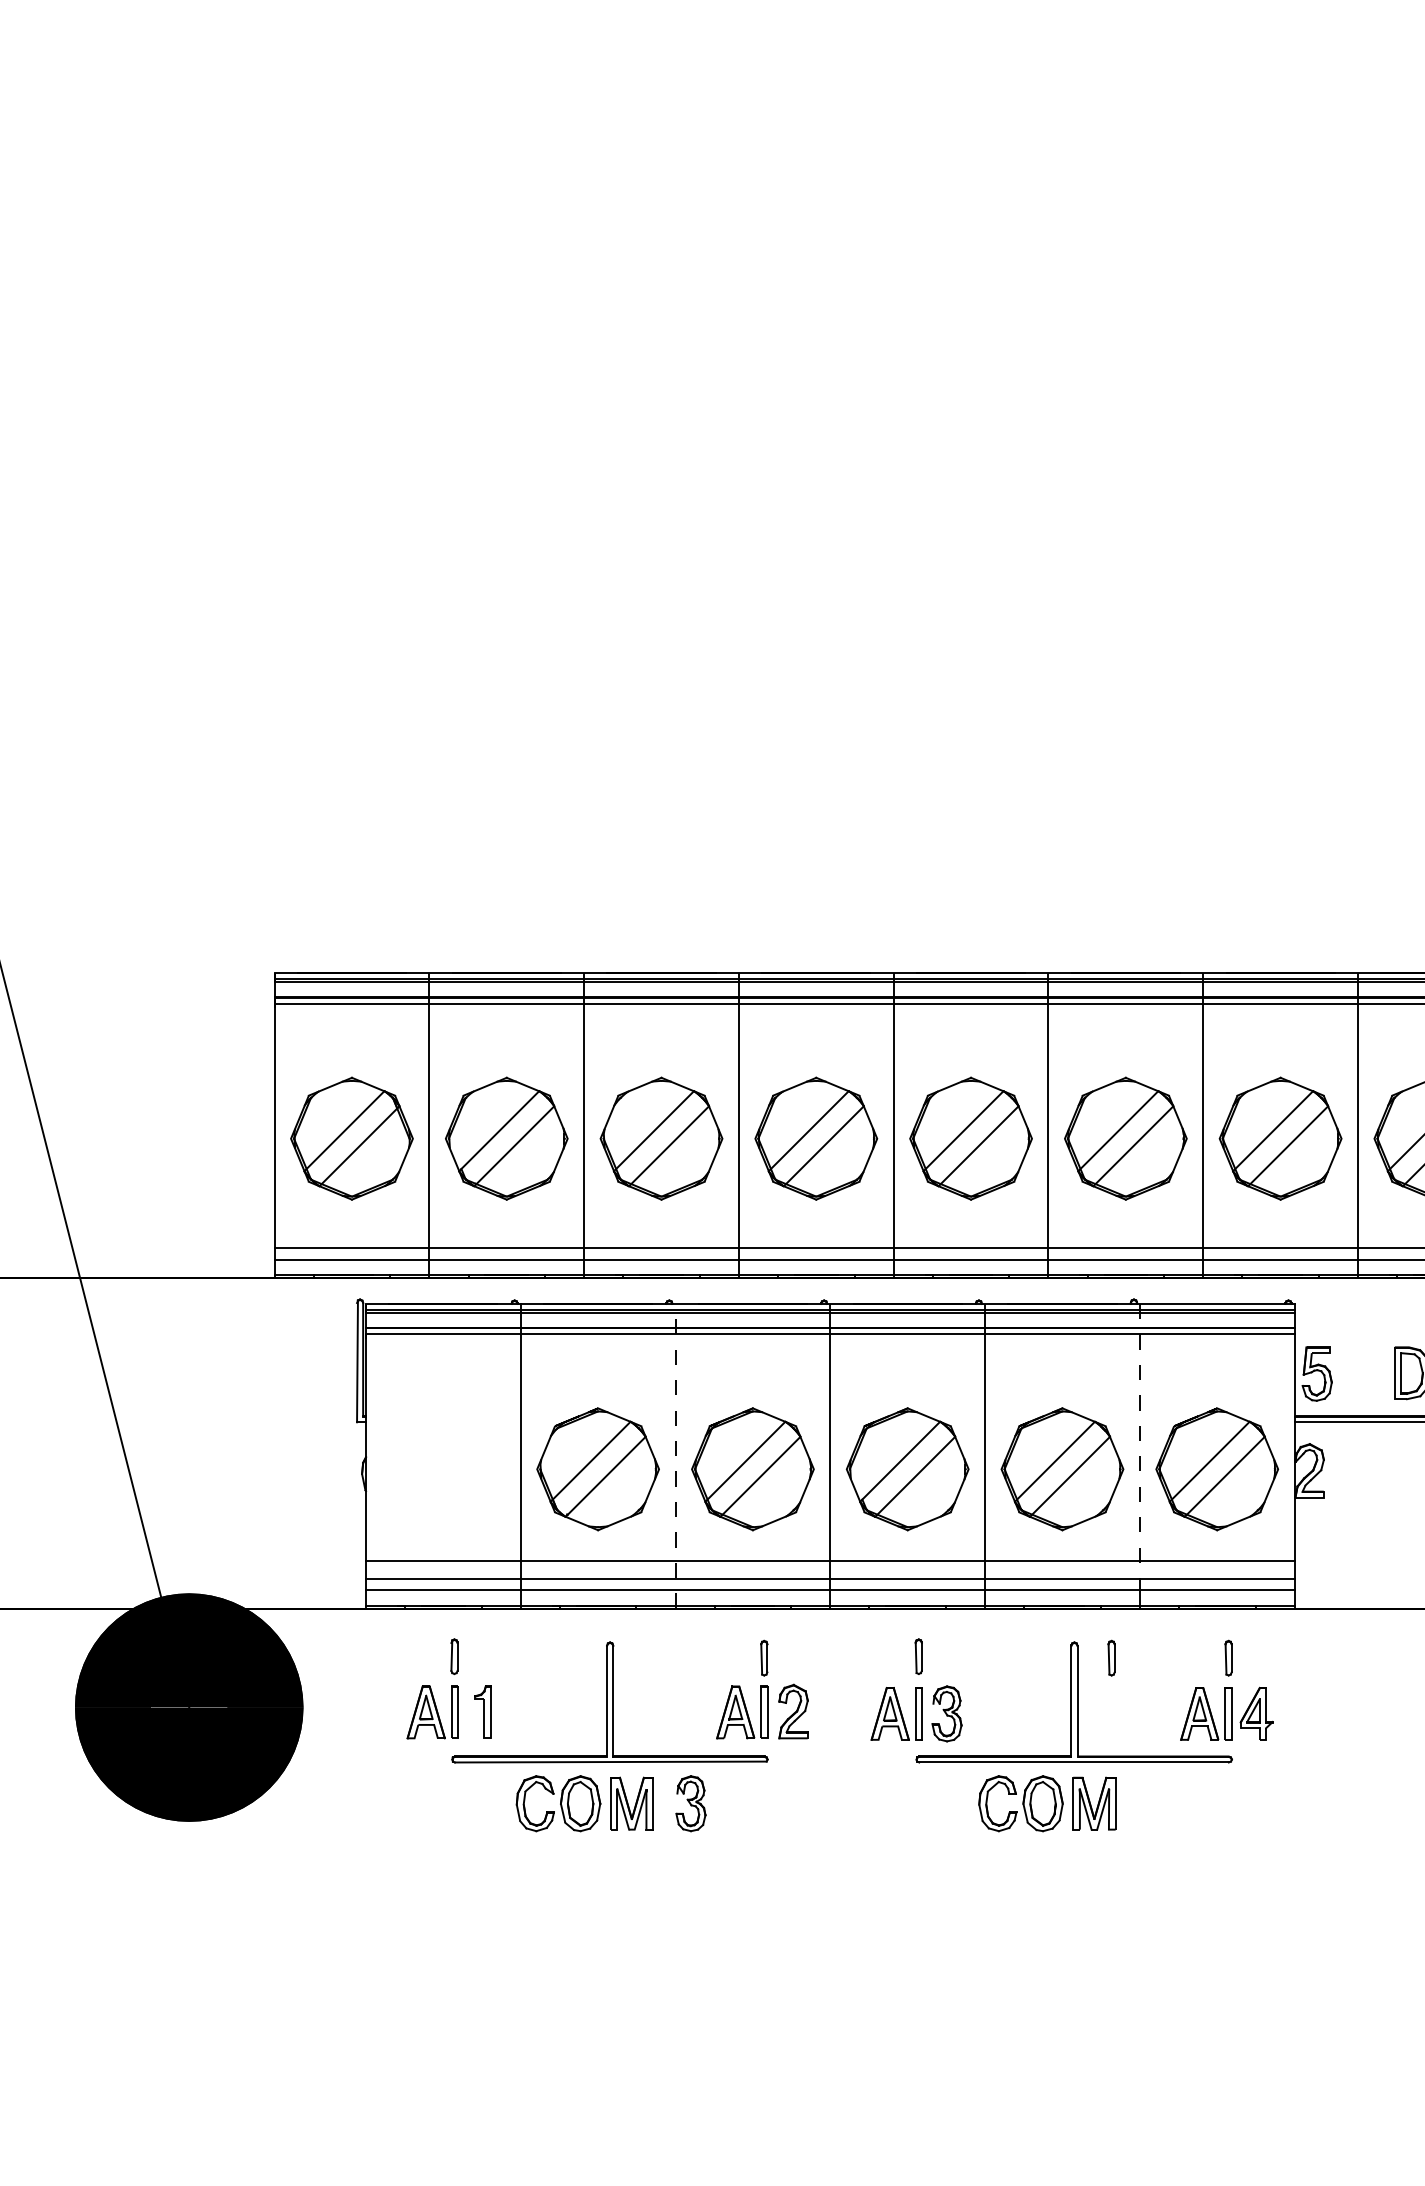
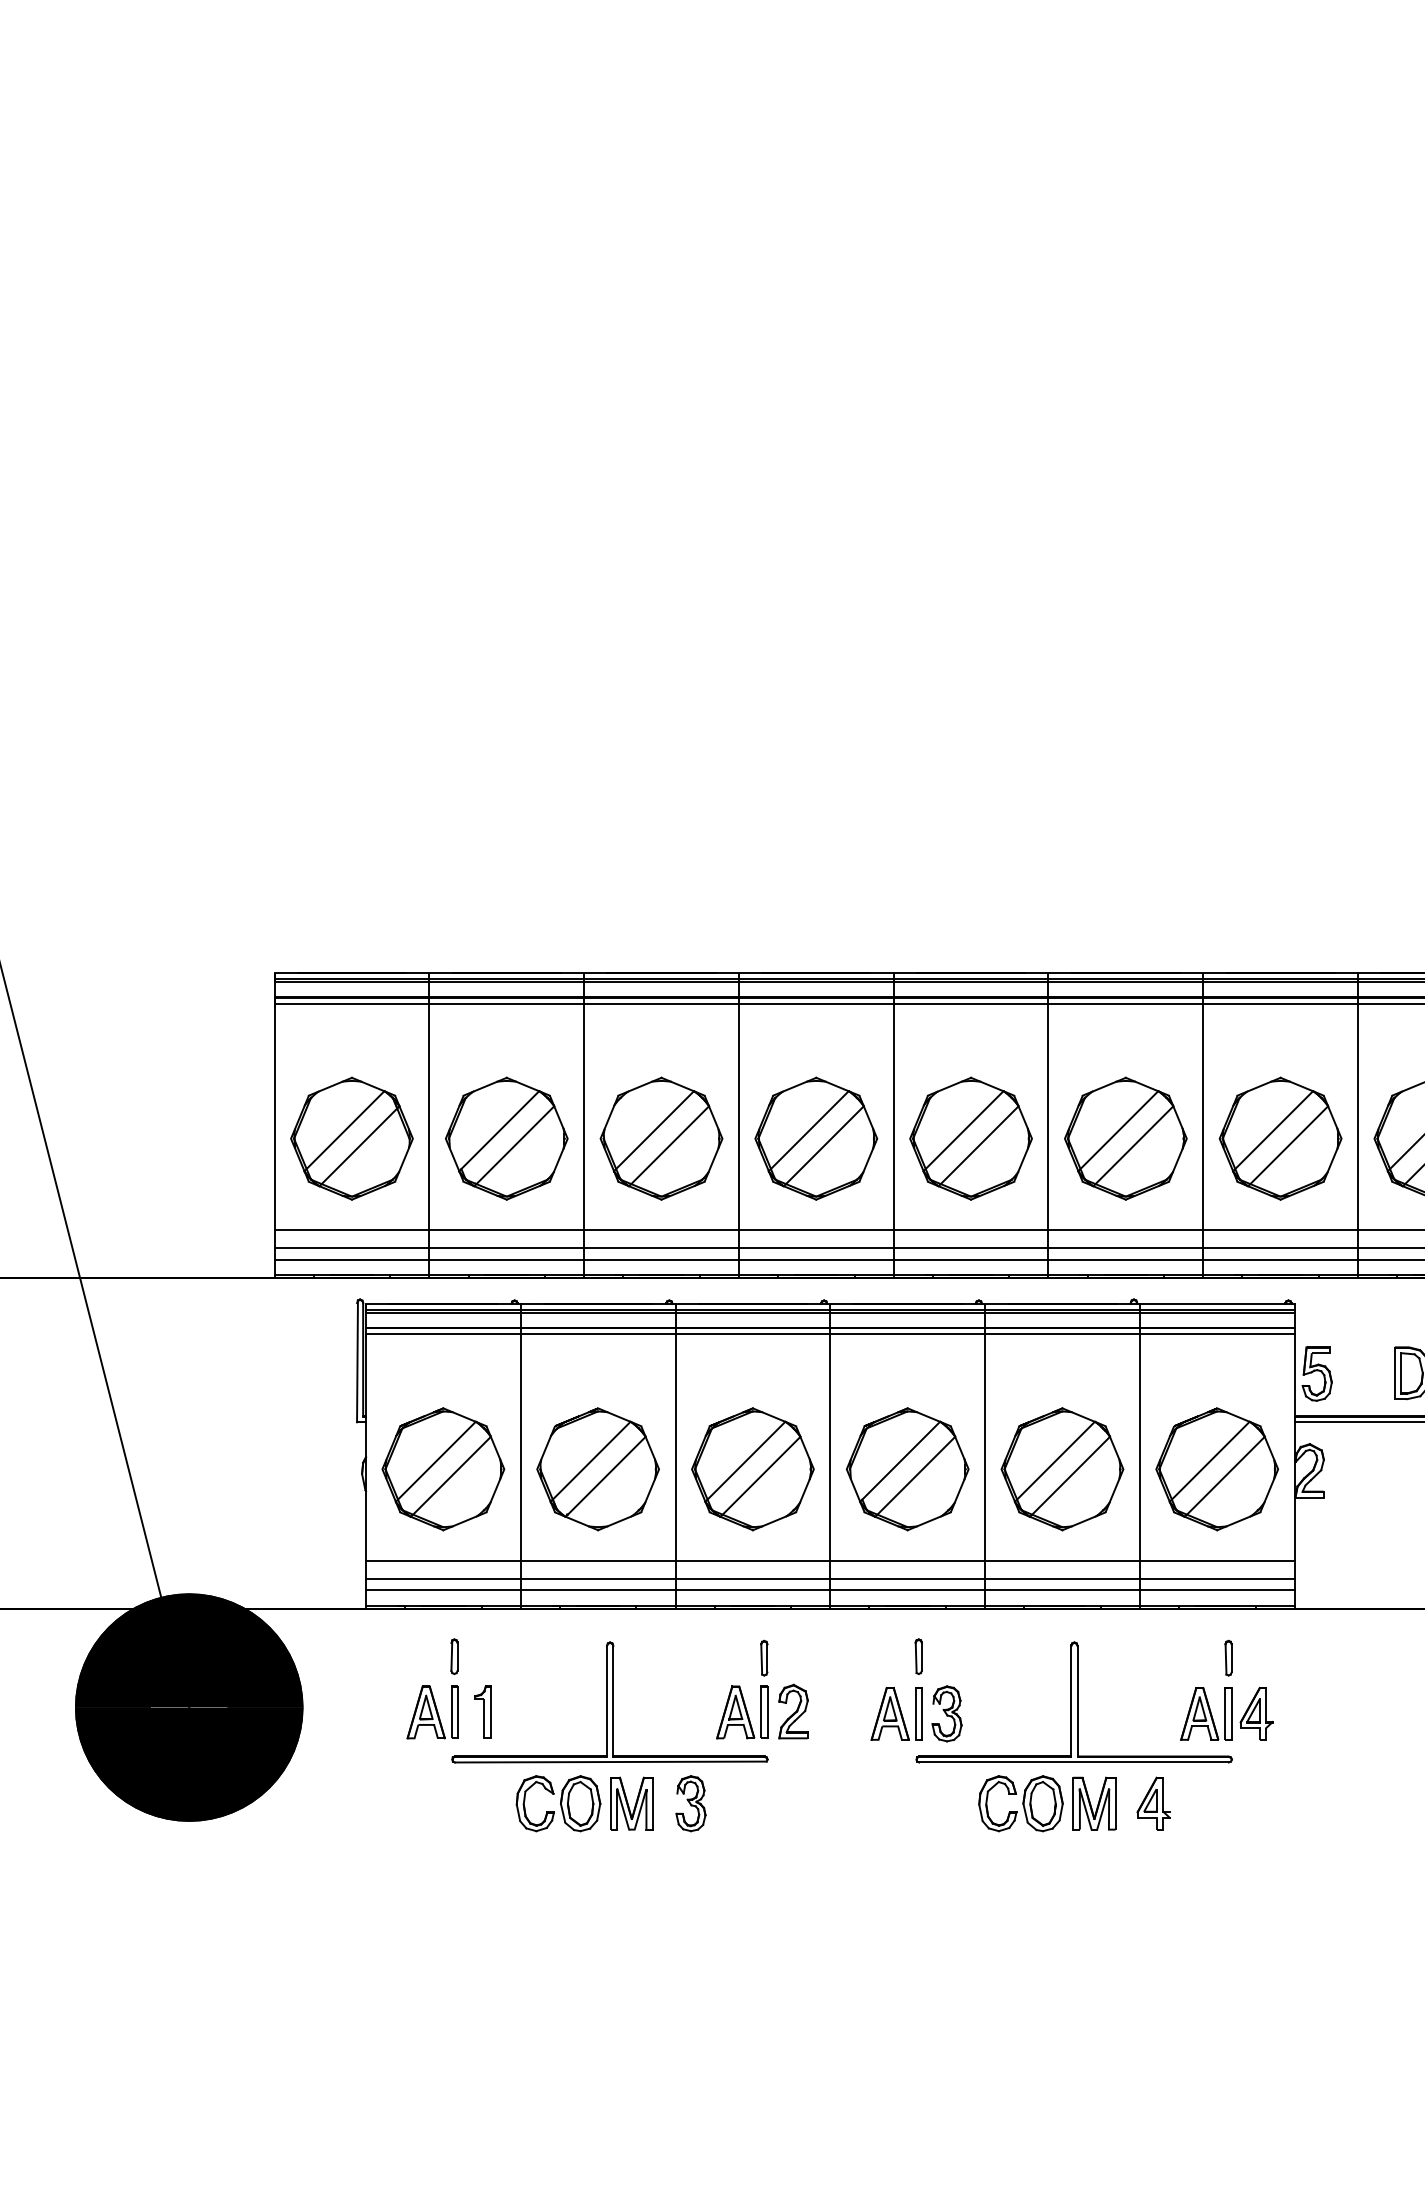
line at (847, 1230): none -> present
line at (1139, 1447): dashed -> solid
line at (675, 1455): dashed -> solid
part at (443, 1469): none -> present
part at (1111, 1657): present -> none
part at (1153, 1803): none -> present
